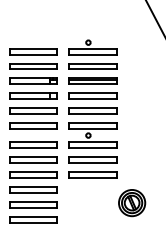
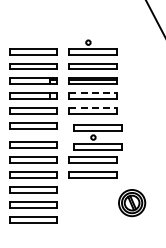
line at (93, 93): solid -> dashed
line at (93, 108): solid -> dashed
part at (92, 135) position: (92, 135) -> (97, 137)
